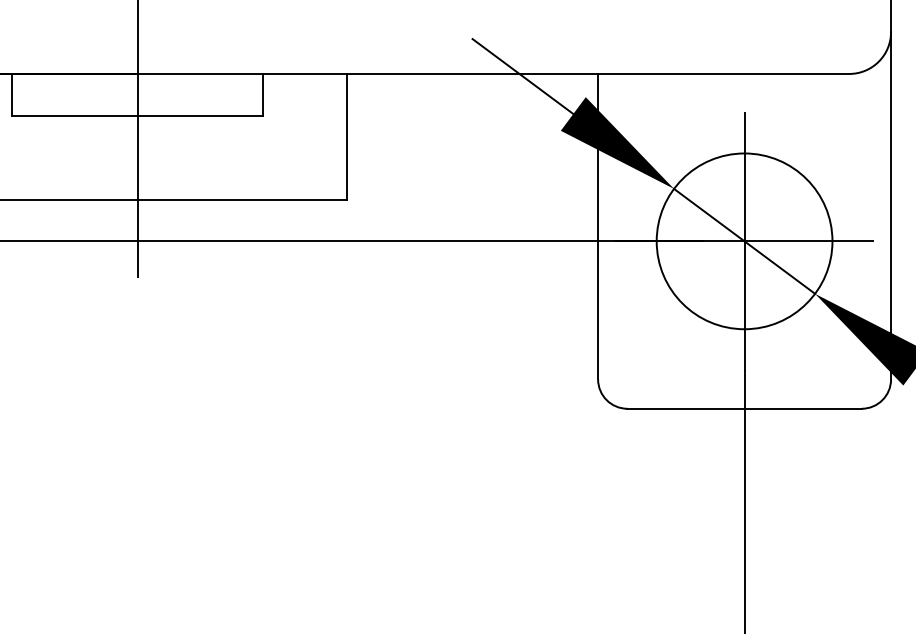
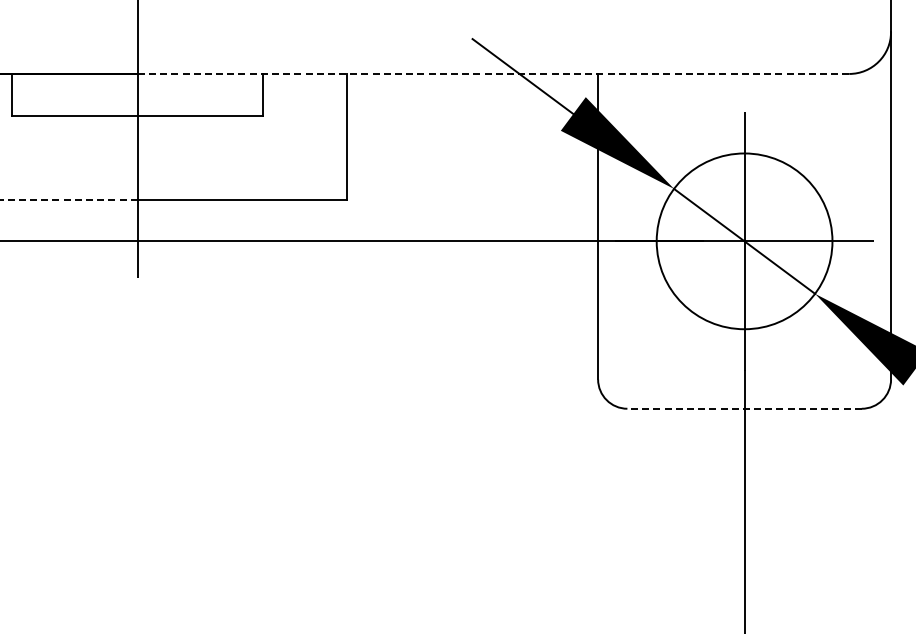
line at (493, 73): solid -> dashed
line at (69, 199): solid -> dashed
line at (744, 408): solid -> dashed
